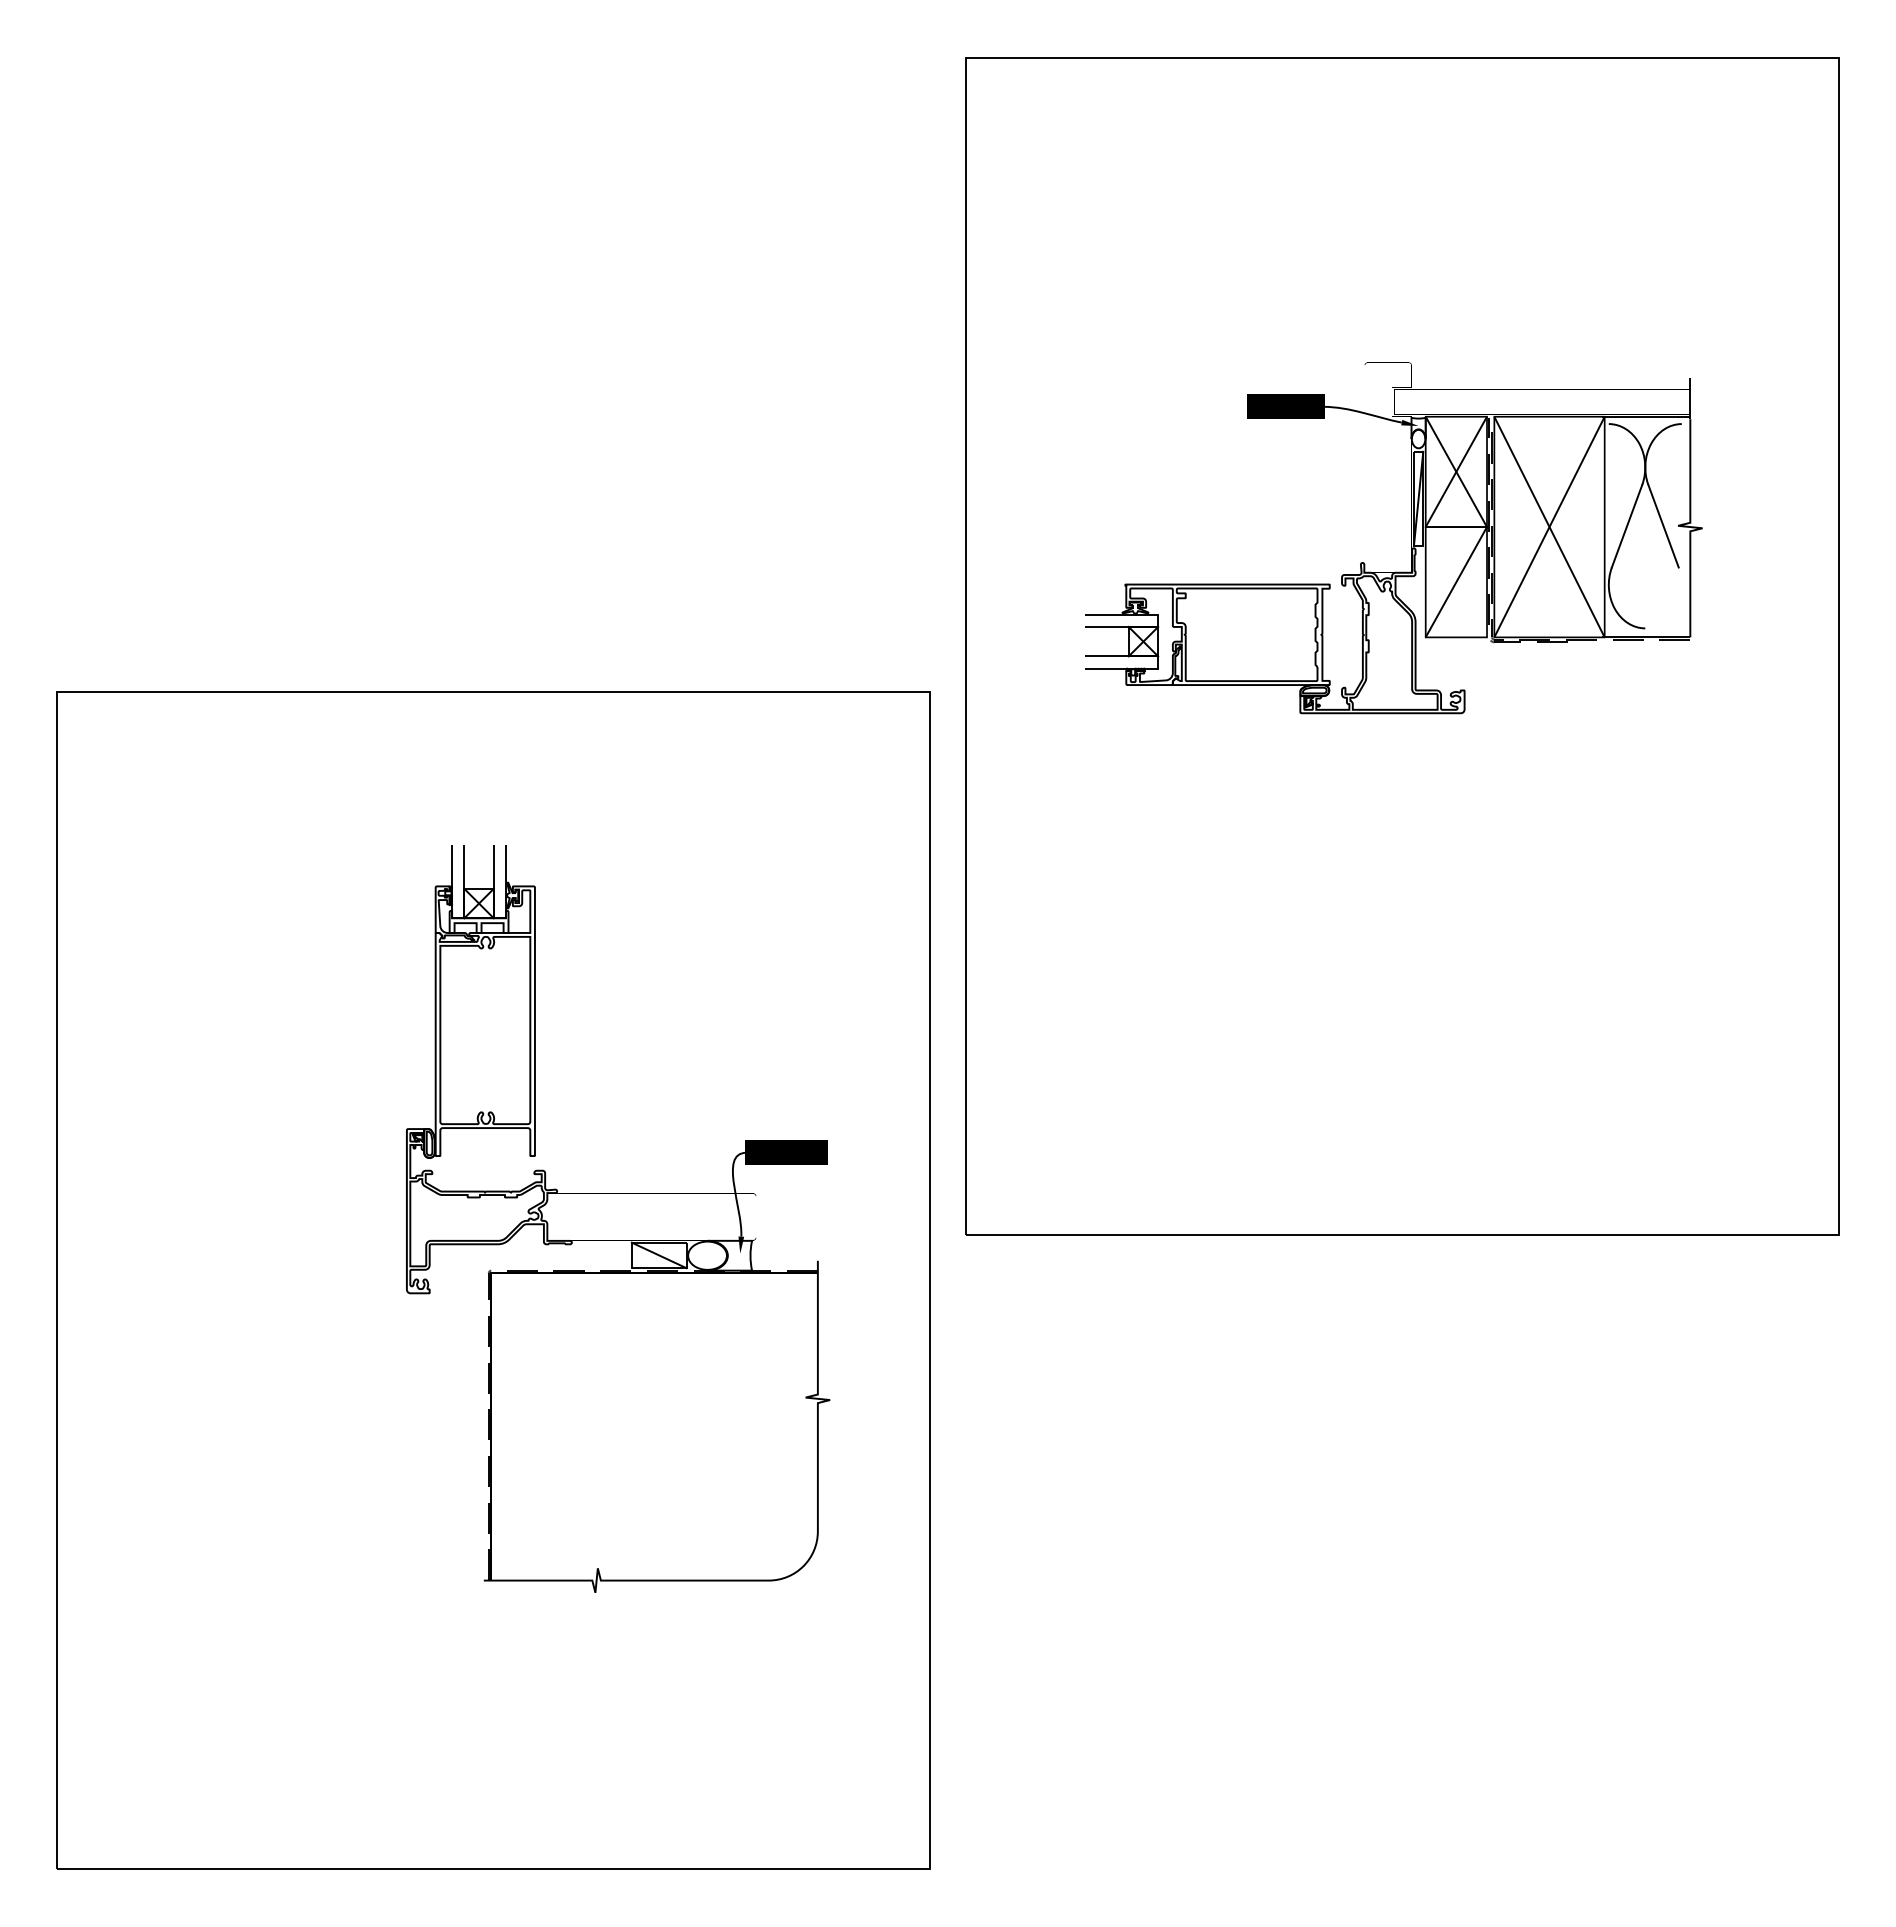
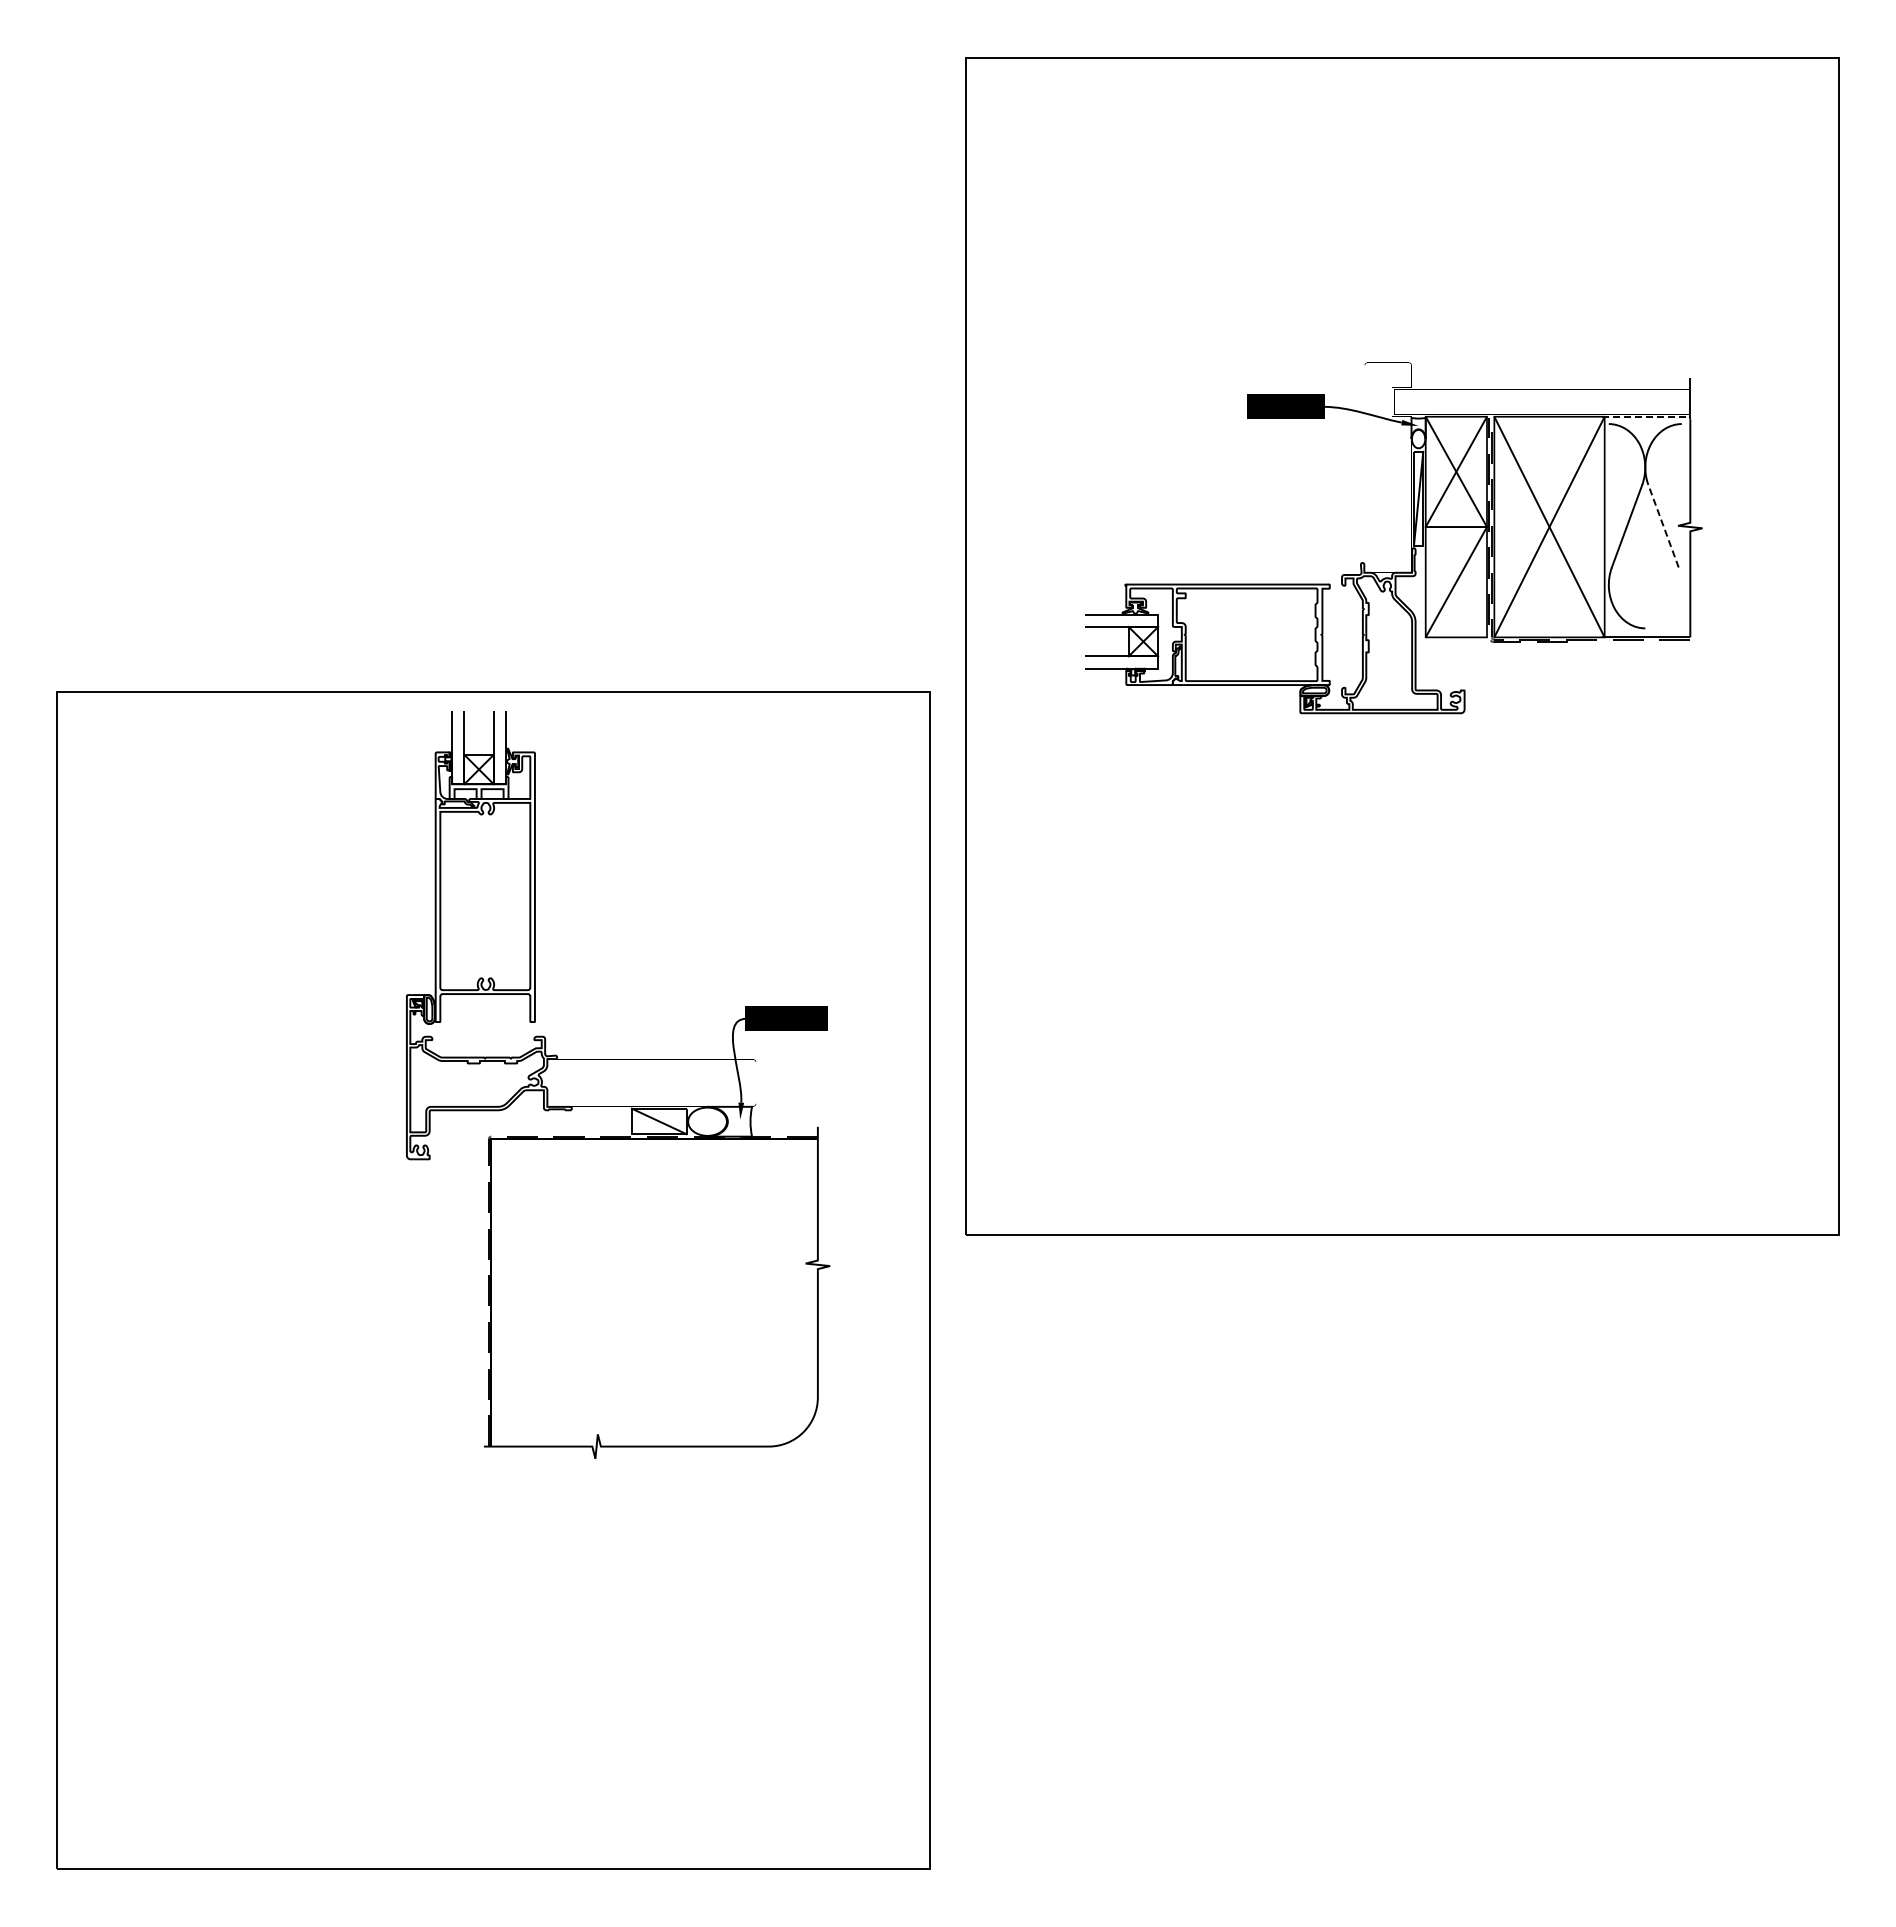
line at (1646, 416): solid -> dashed
line at (1663, 526): solid -> dashed
part at (618, 1218) position: (618, 1218) -> (618, 1084)
